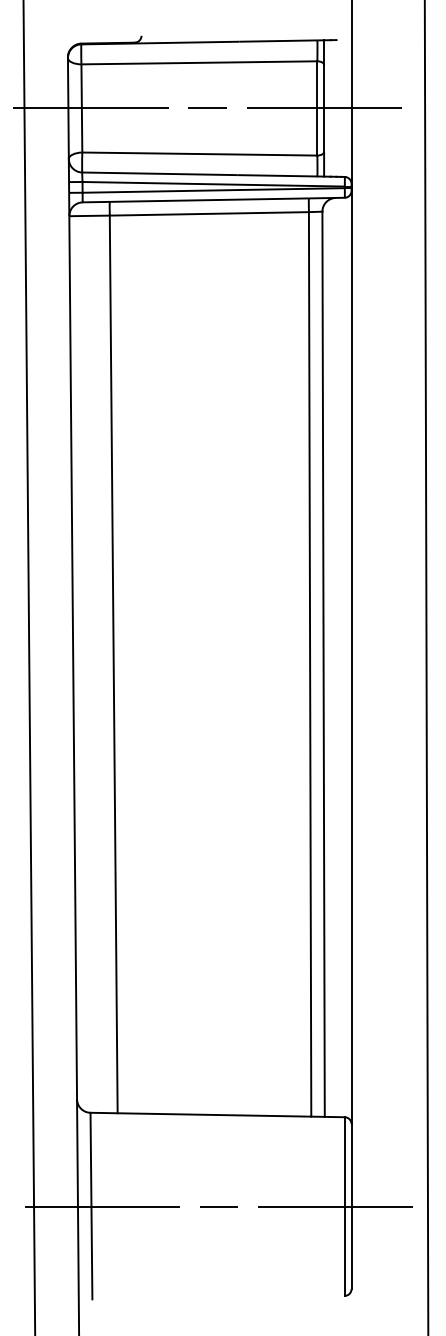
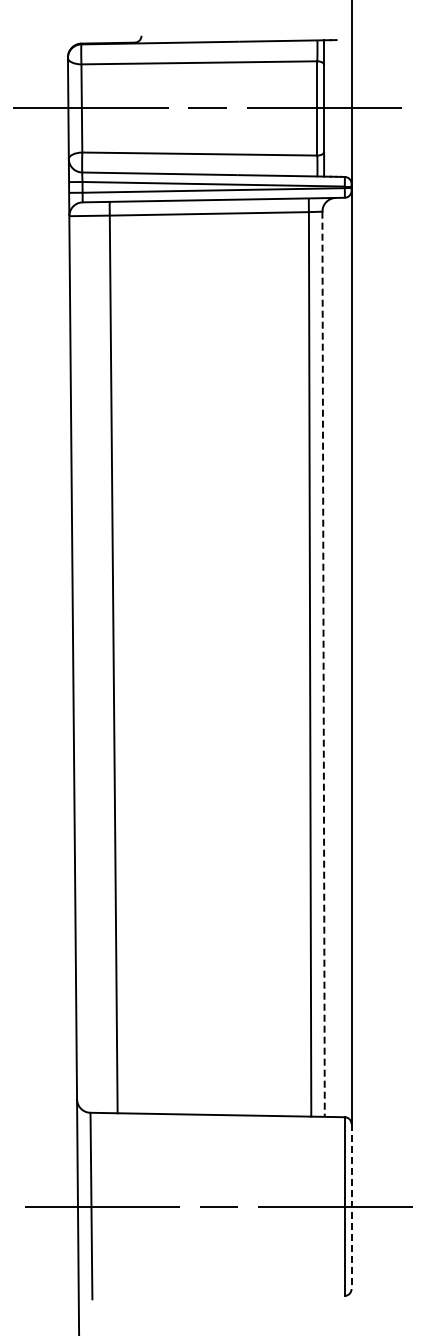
line at (323, 664): solid -> dashed
line at (29, 667): present -> none
line at (426, 667): present -> none
line at (351, 1207): solid -> dashed
